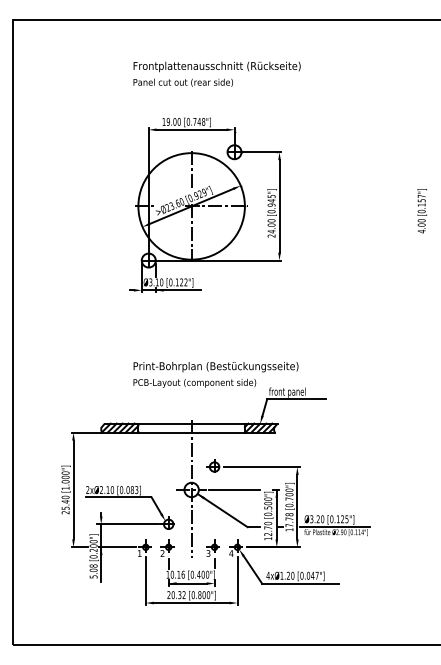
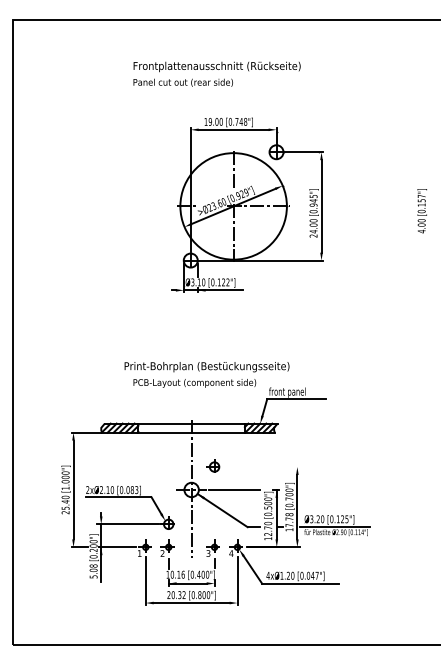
part at (205, 204) position: (205, 204) -> (247, 204)
text at (215, 367) position: (215, 367) -> (206, 367)
line at (261, 467): present -> none
